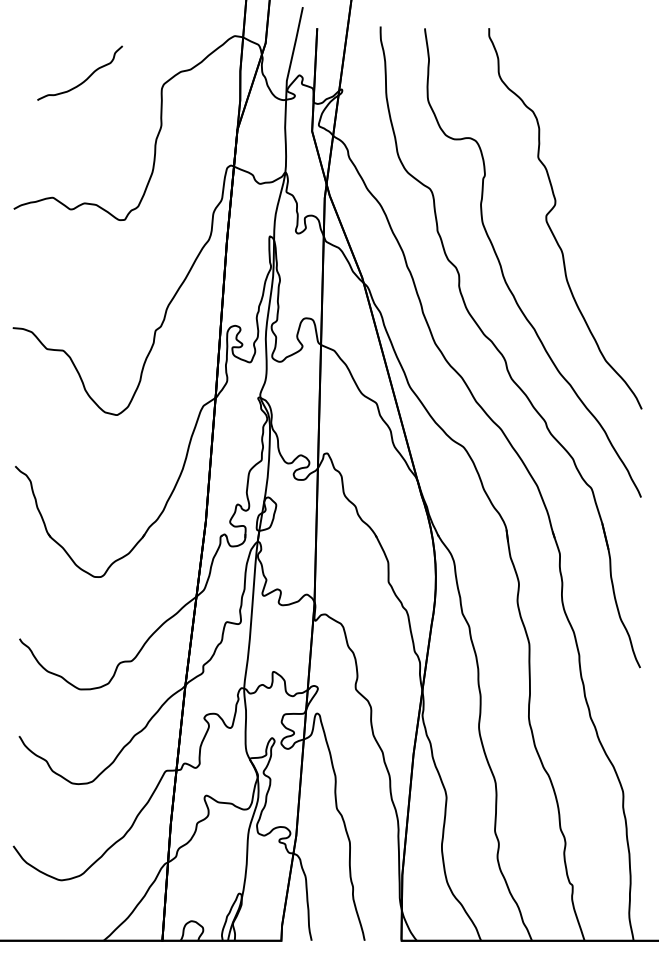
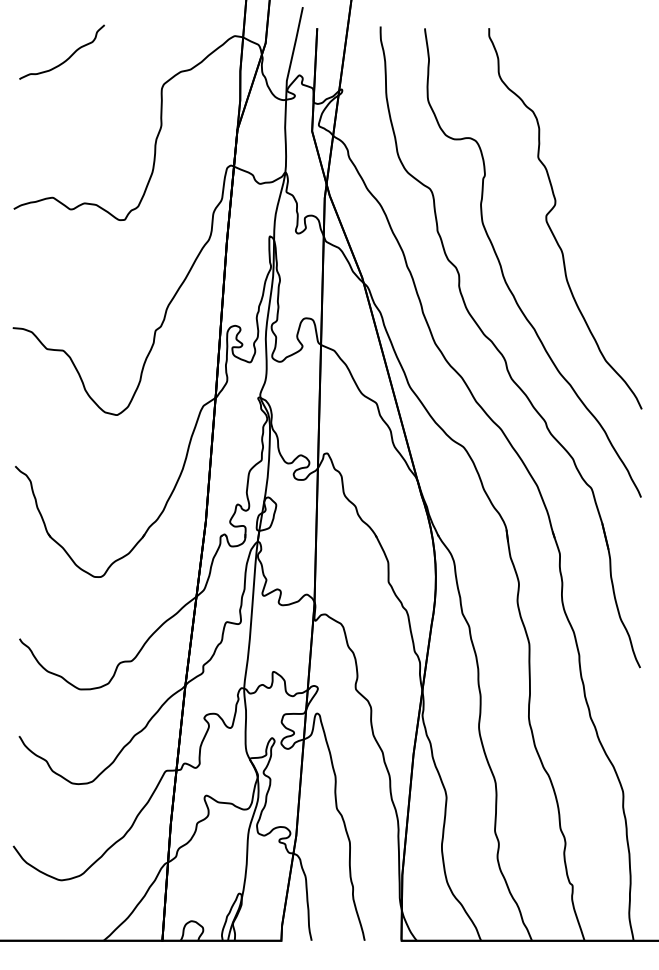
curve at (86, 78) position: (86, 78) -> (68, 57)
